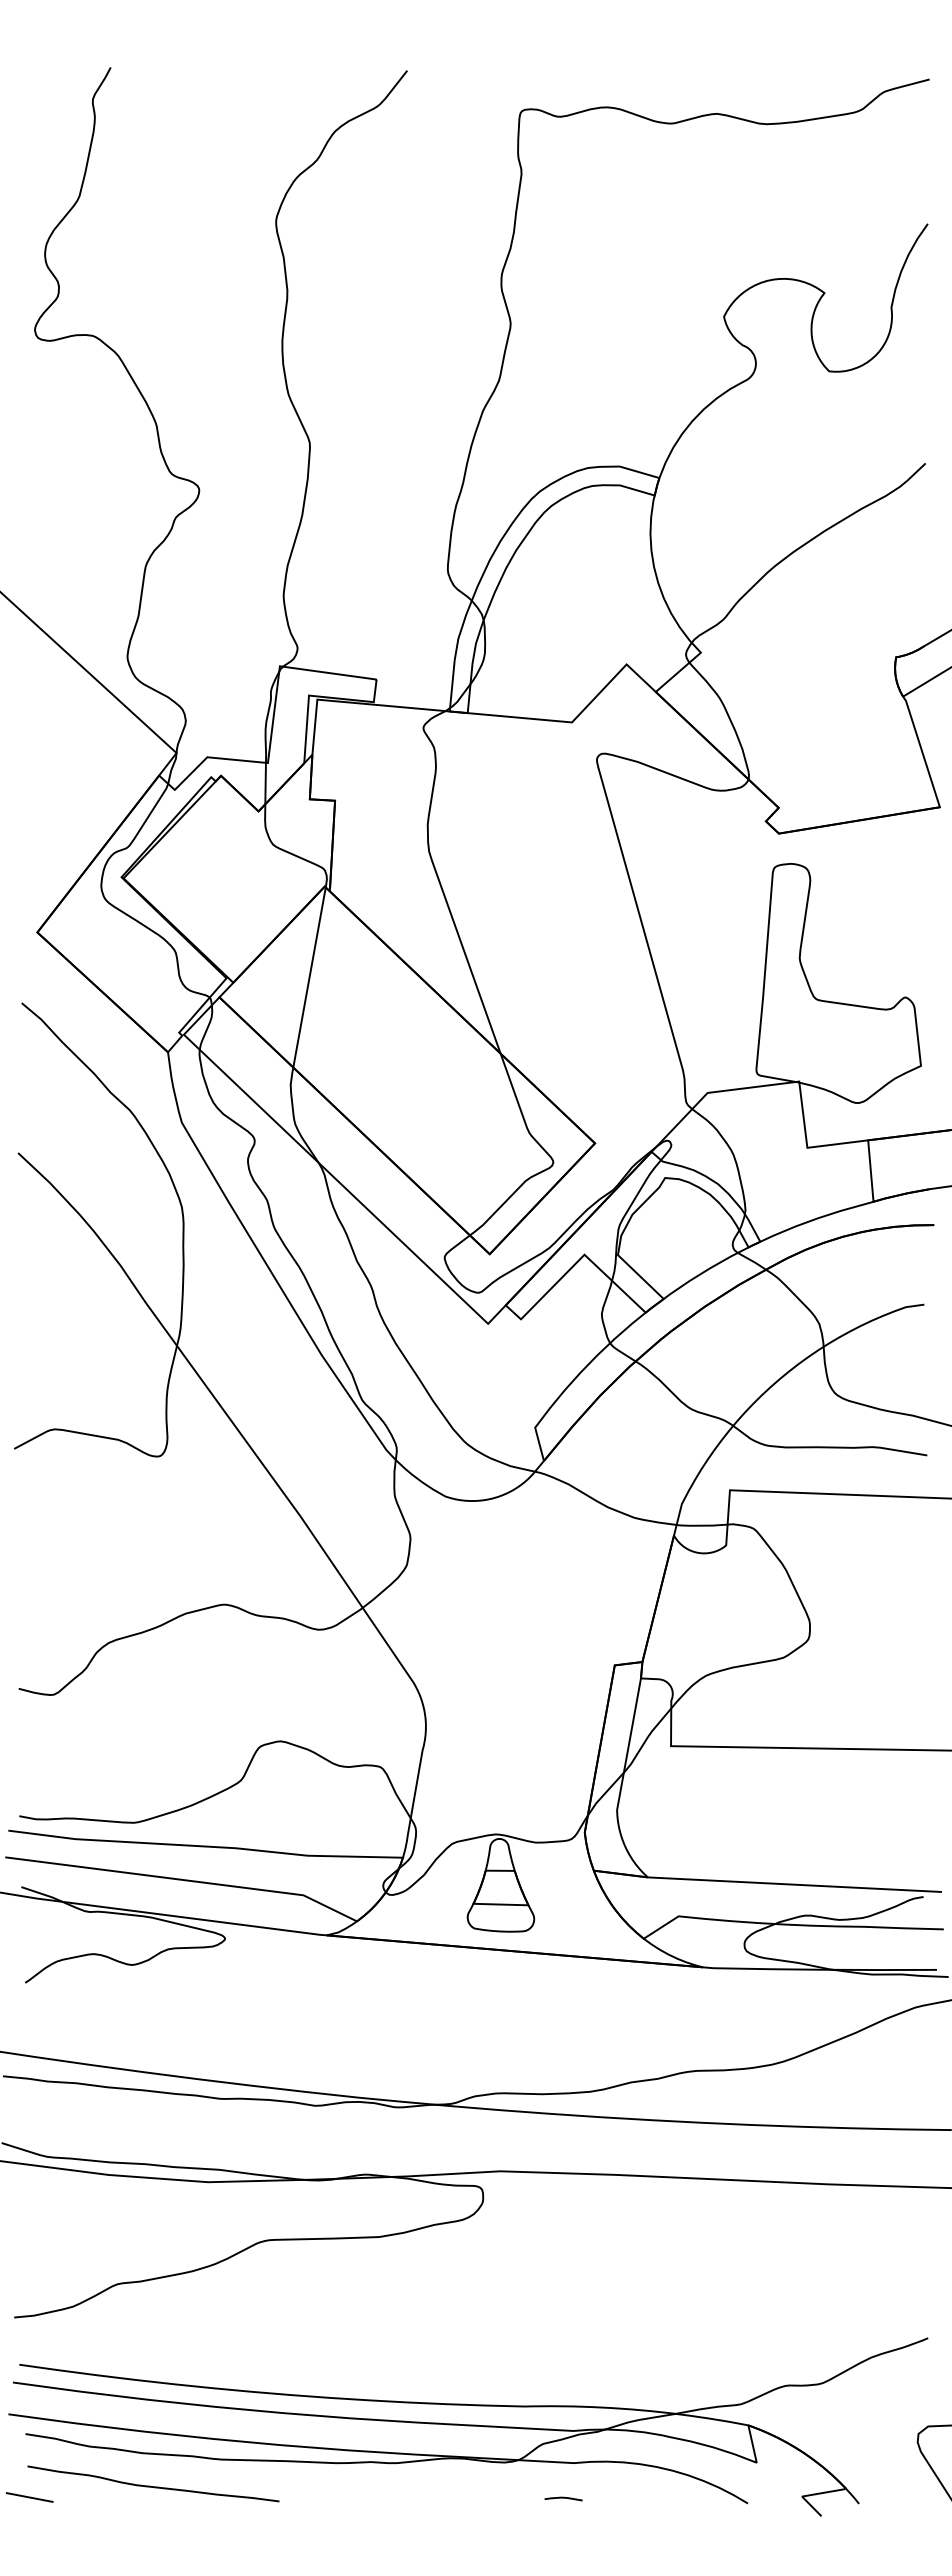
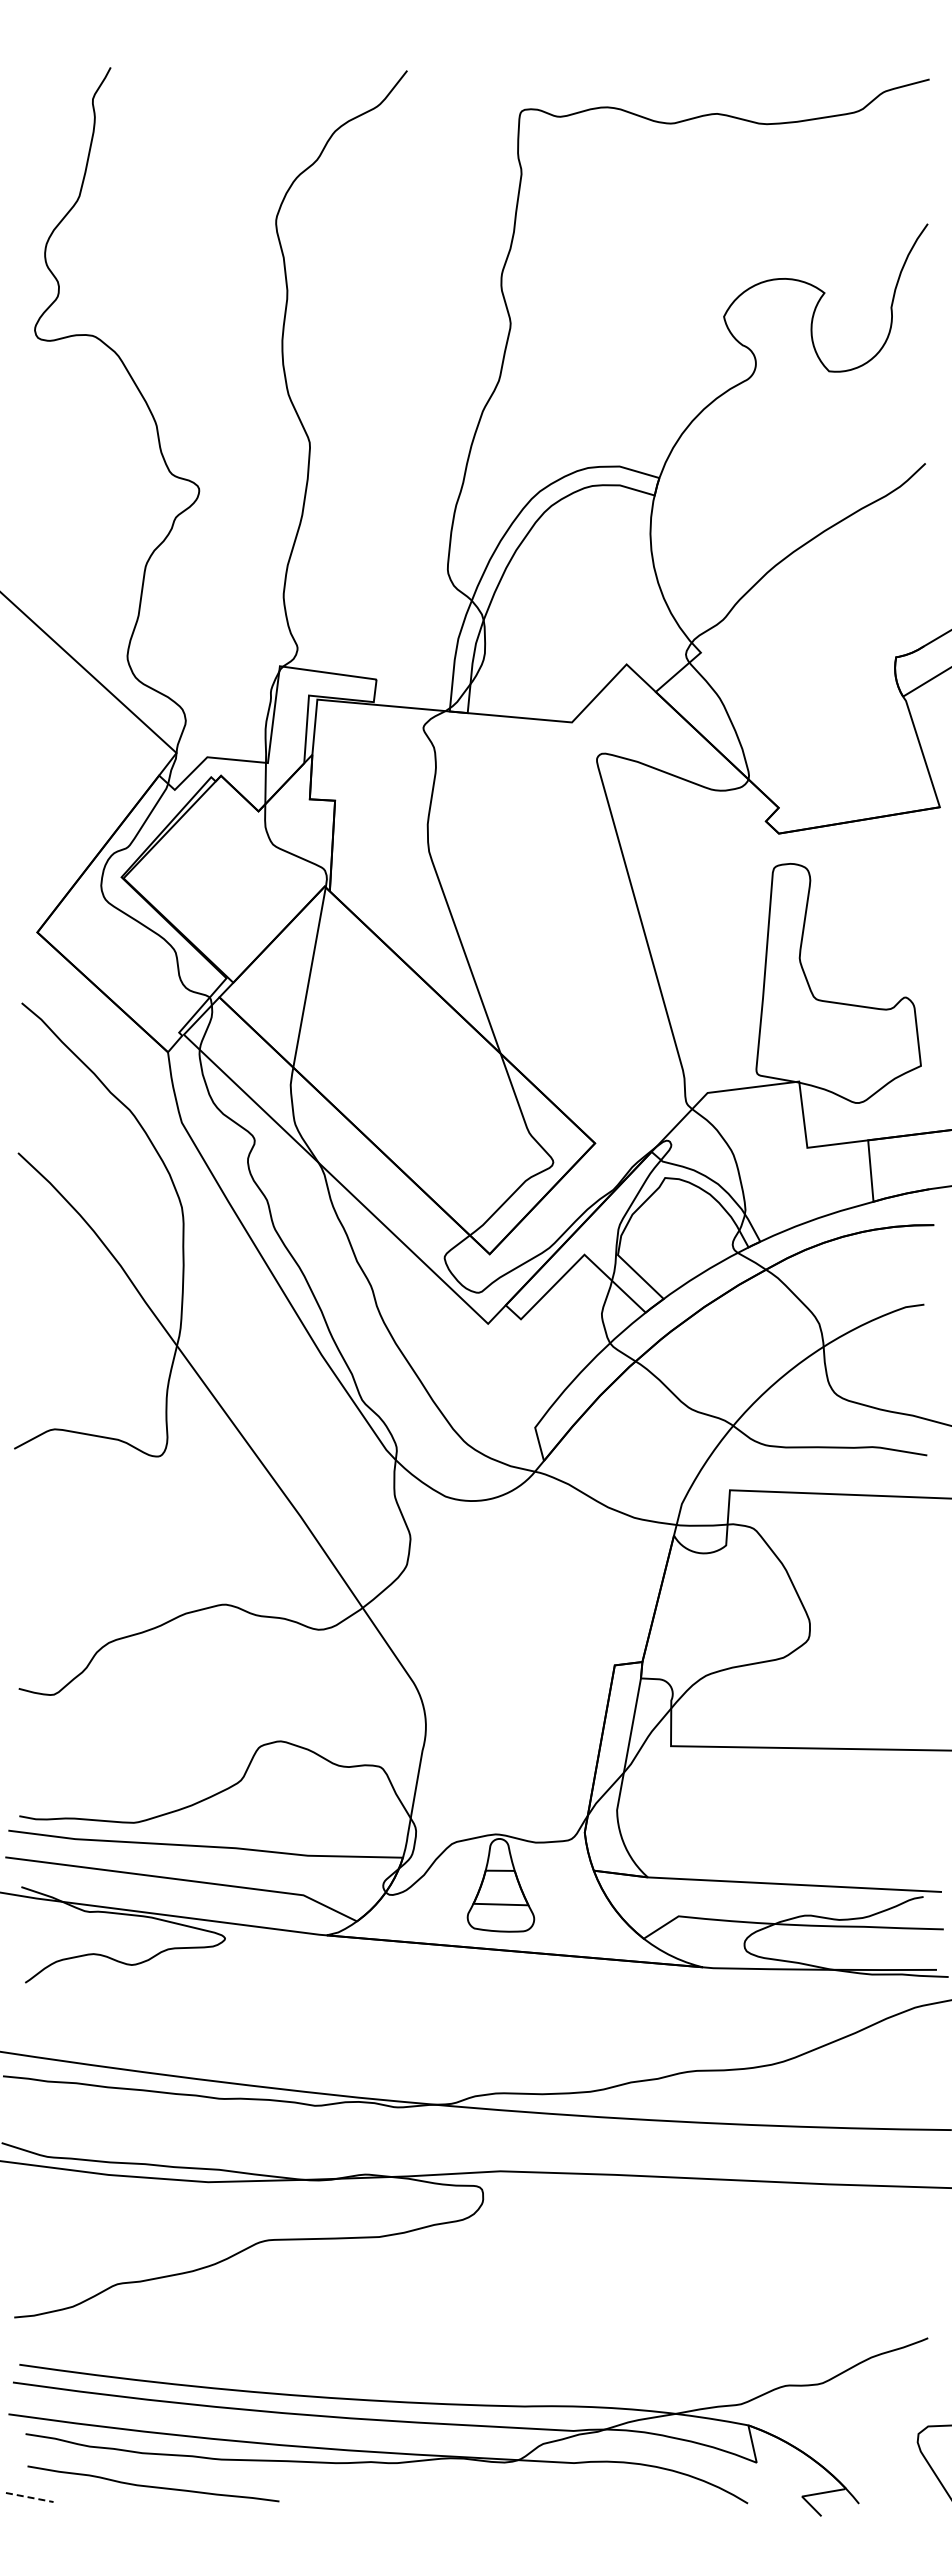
line at (30, 2497): solid -> dashed
line at (563, 2498): present -> none
